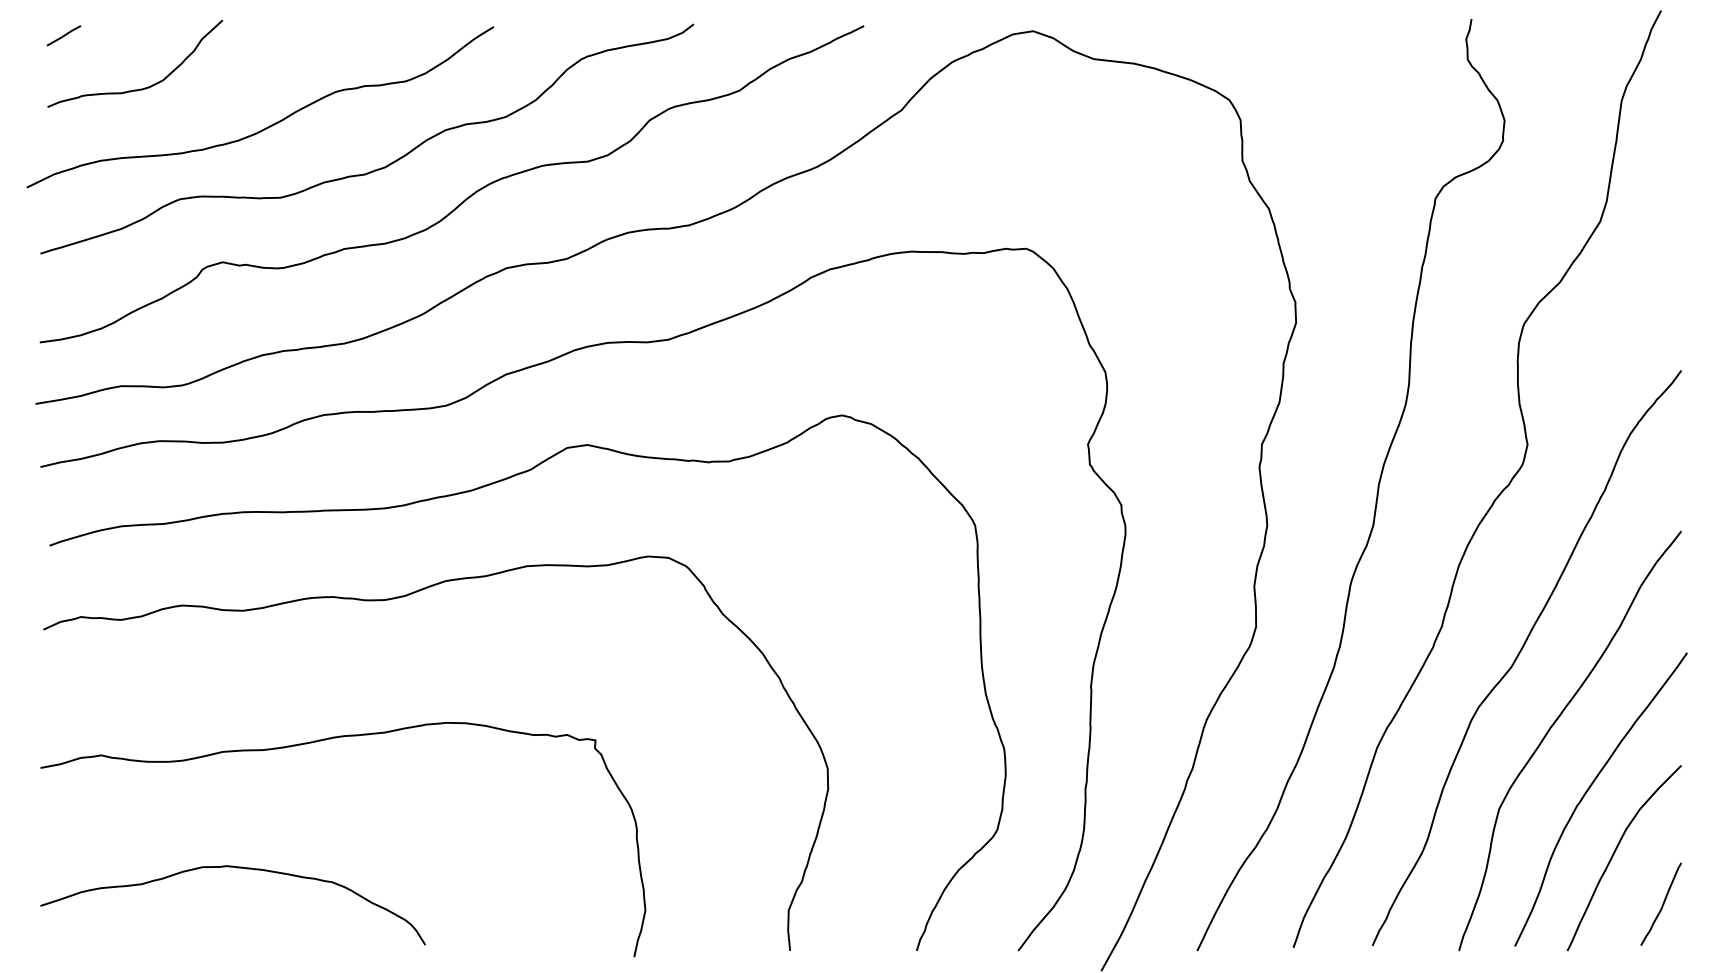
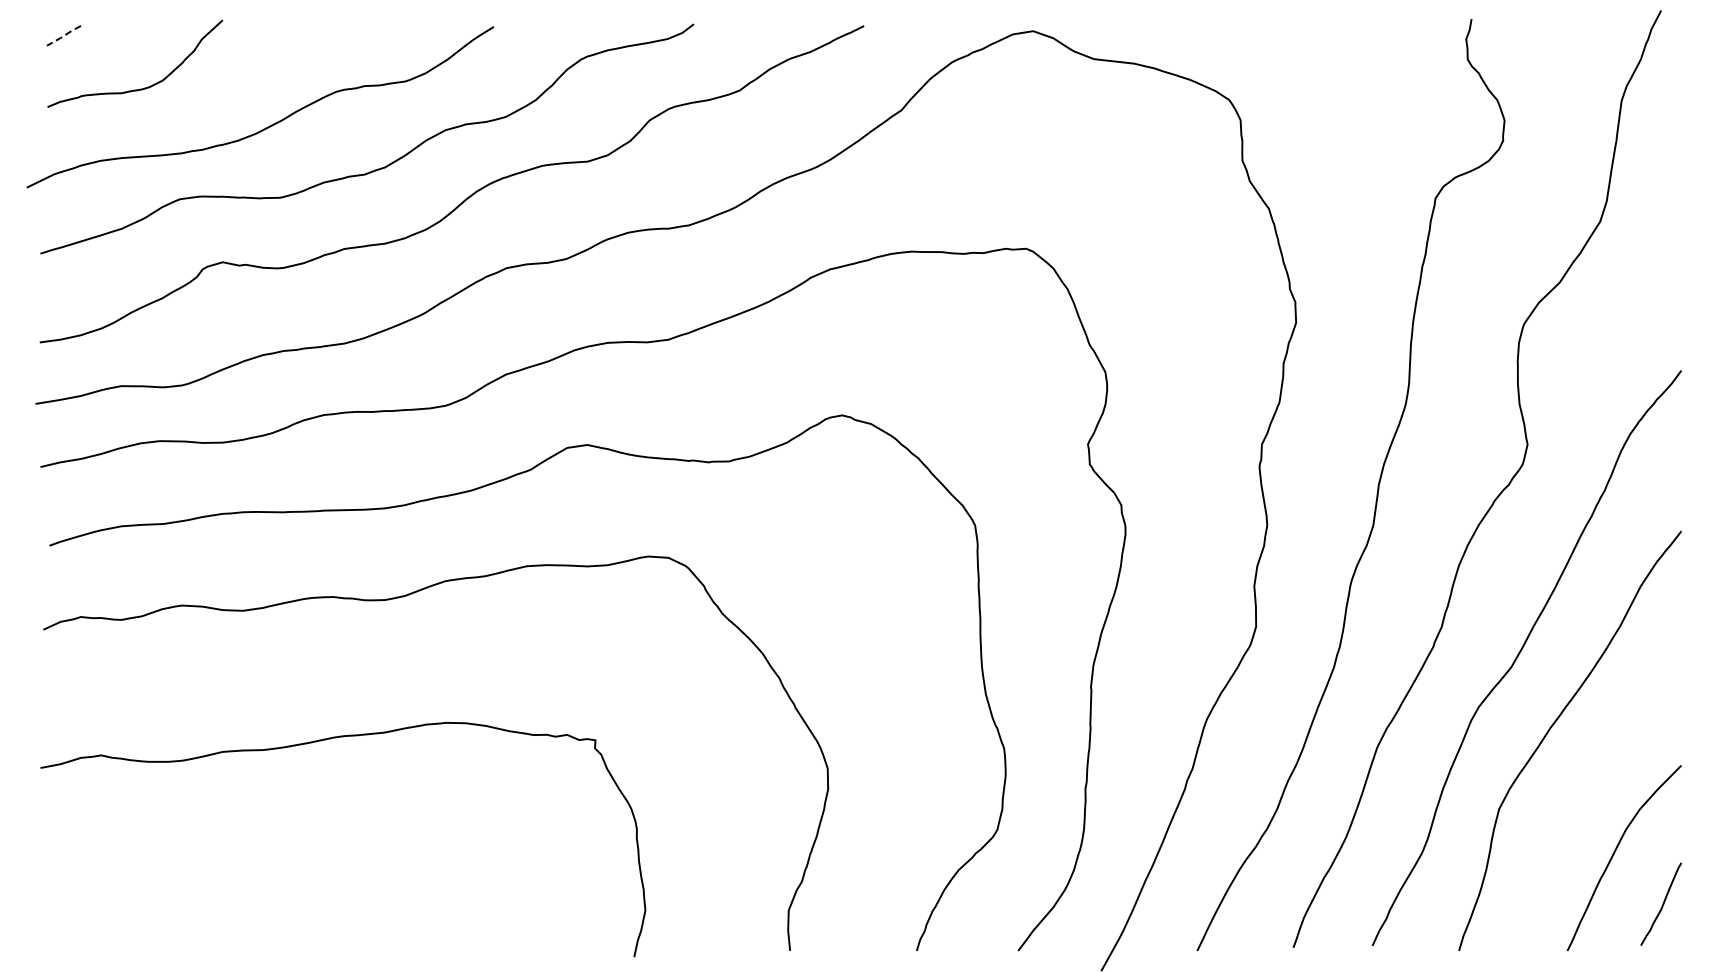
line at (64, 35): solid -> dashed
curve at (1587, 792): present -> none
curve at (237, 868): present -> none
